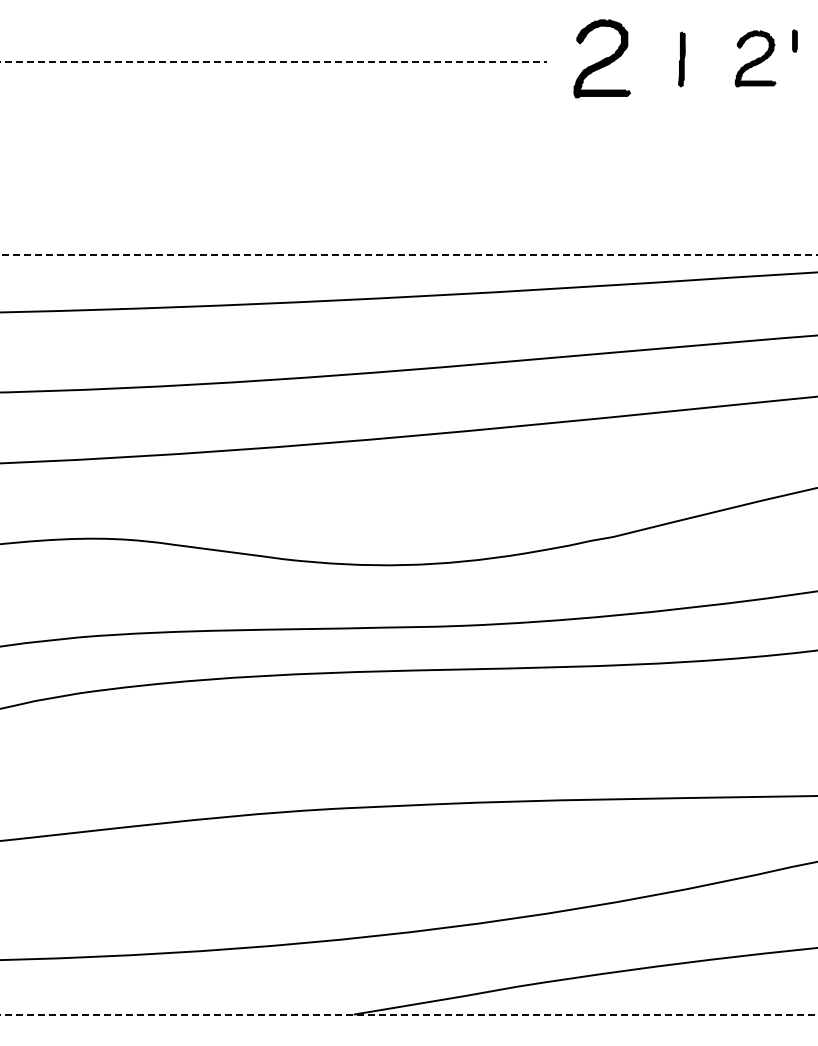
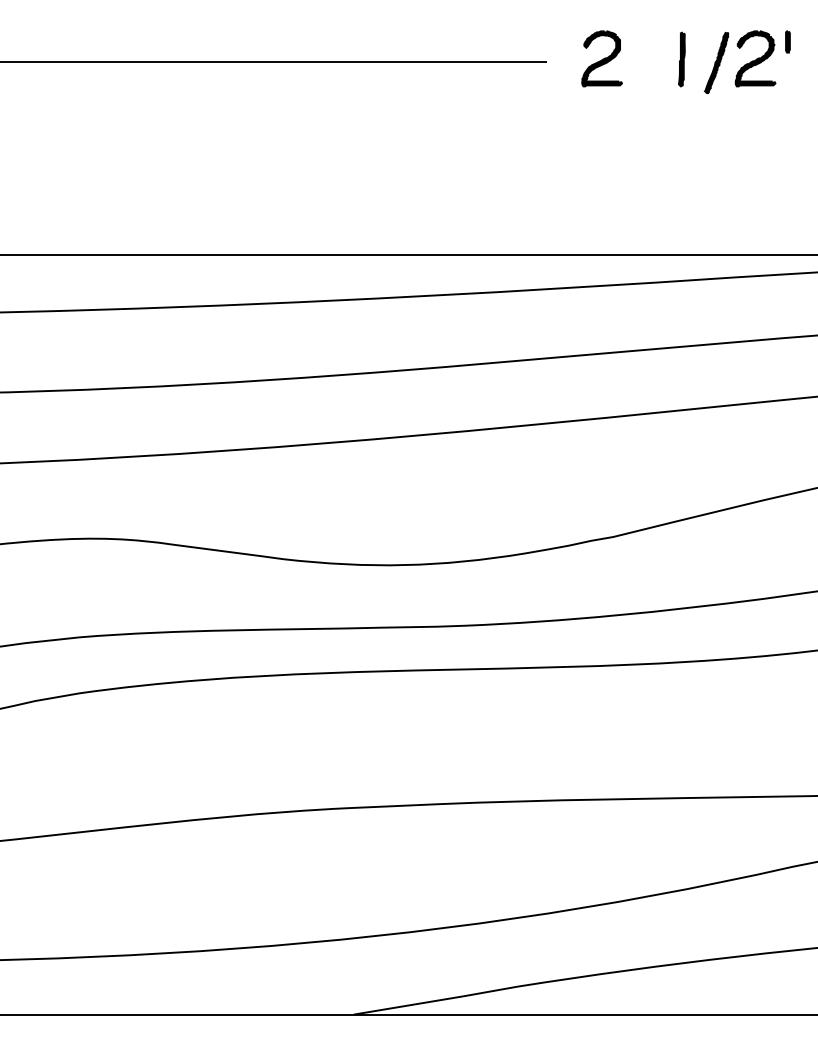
part at (794, 40) position: (794, 40) -> (787, 41)
part at (601, 58) size: 58x80 px -> 42x58 px
line at (274, 62): dashed -> solid
part at (716, 62): none -> present
line at (409, 255): dashed -> solid
line at (409, 1014): dashed -> solid
